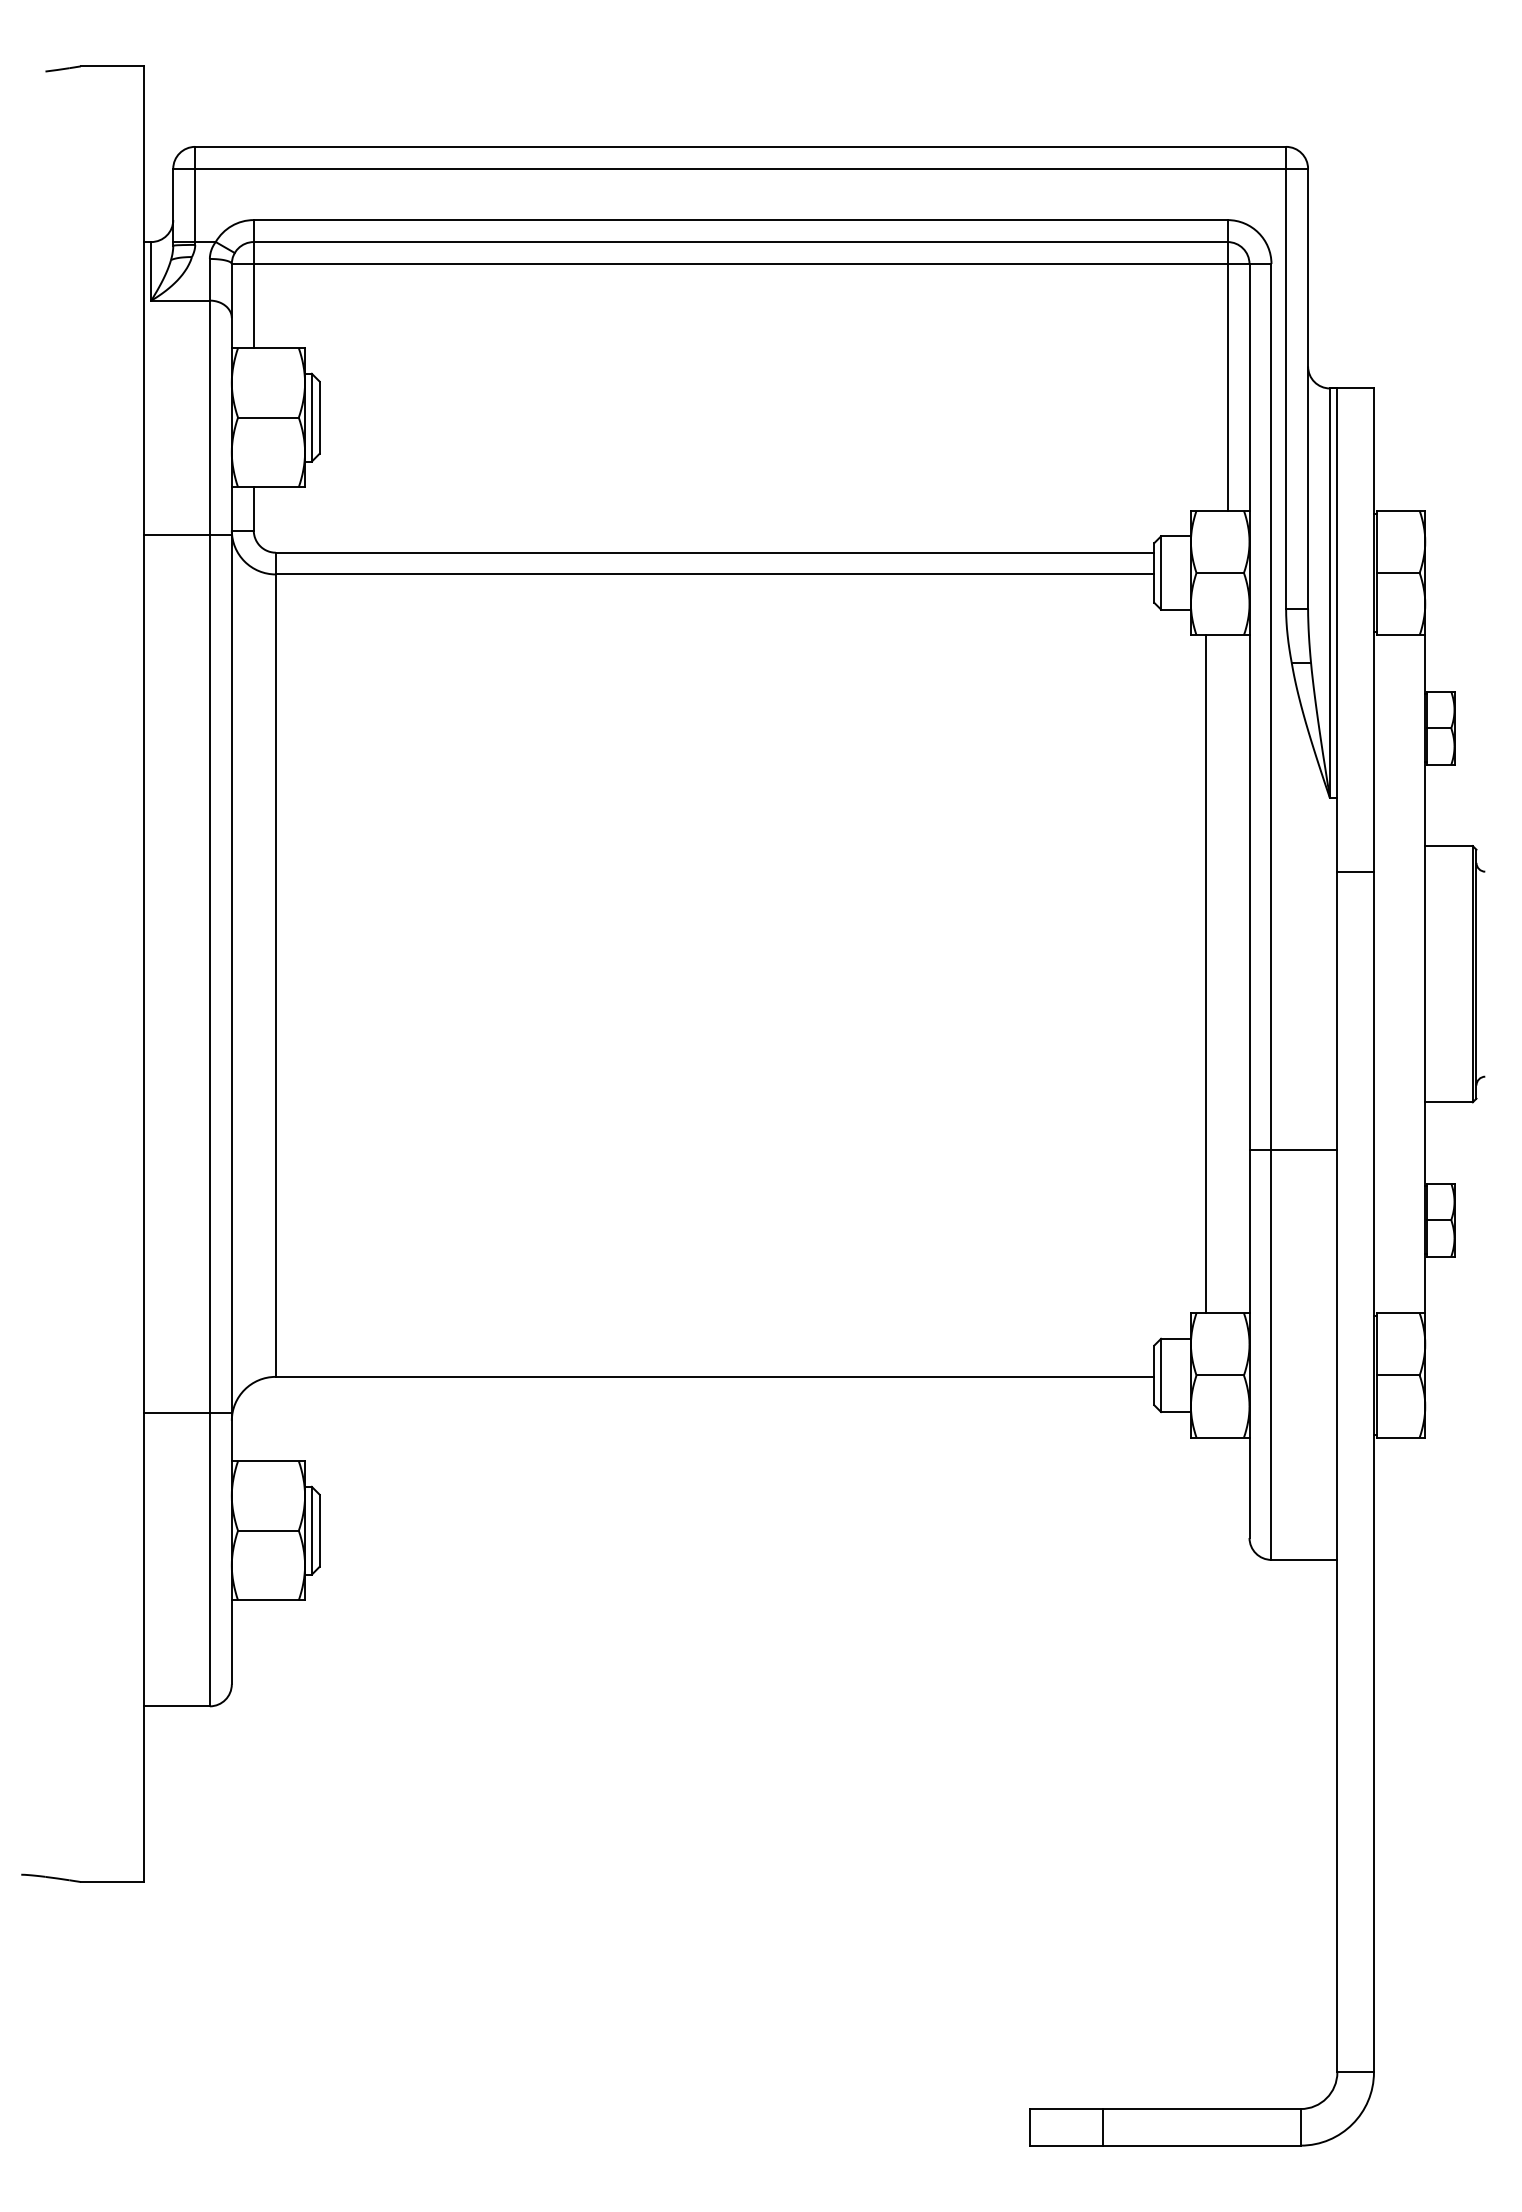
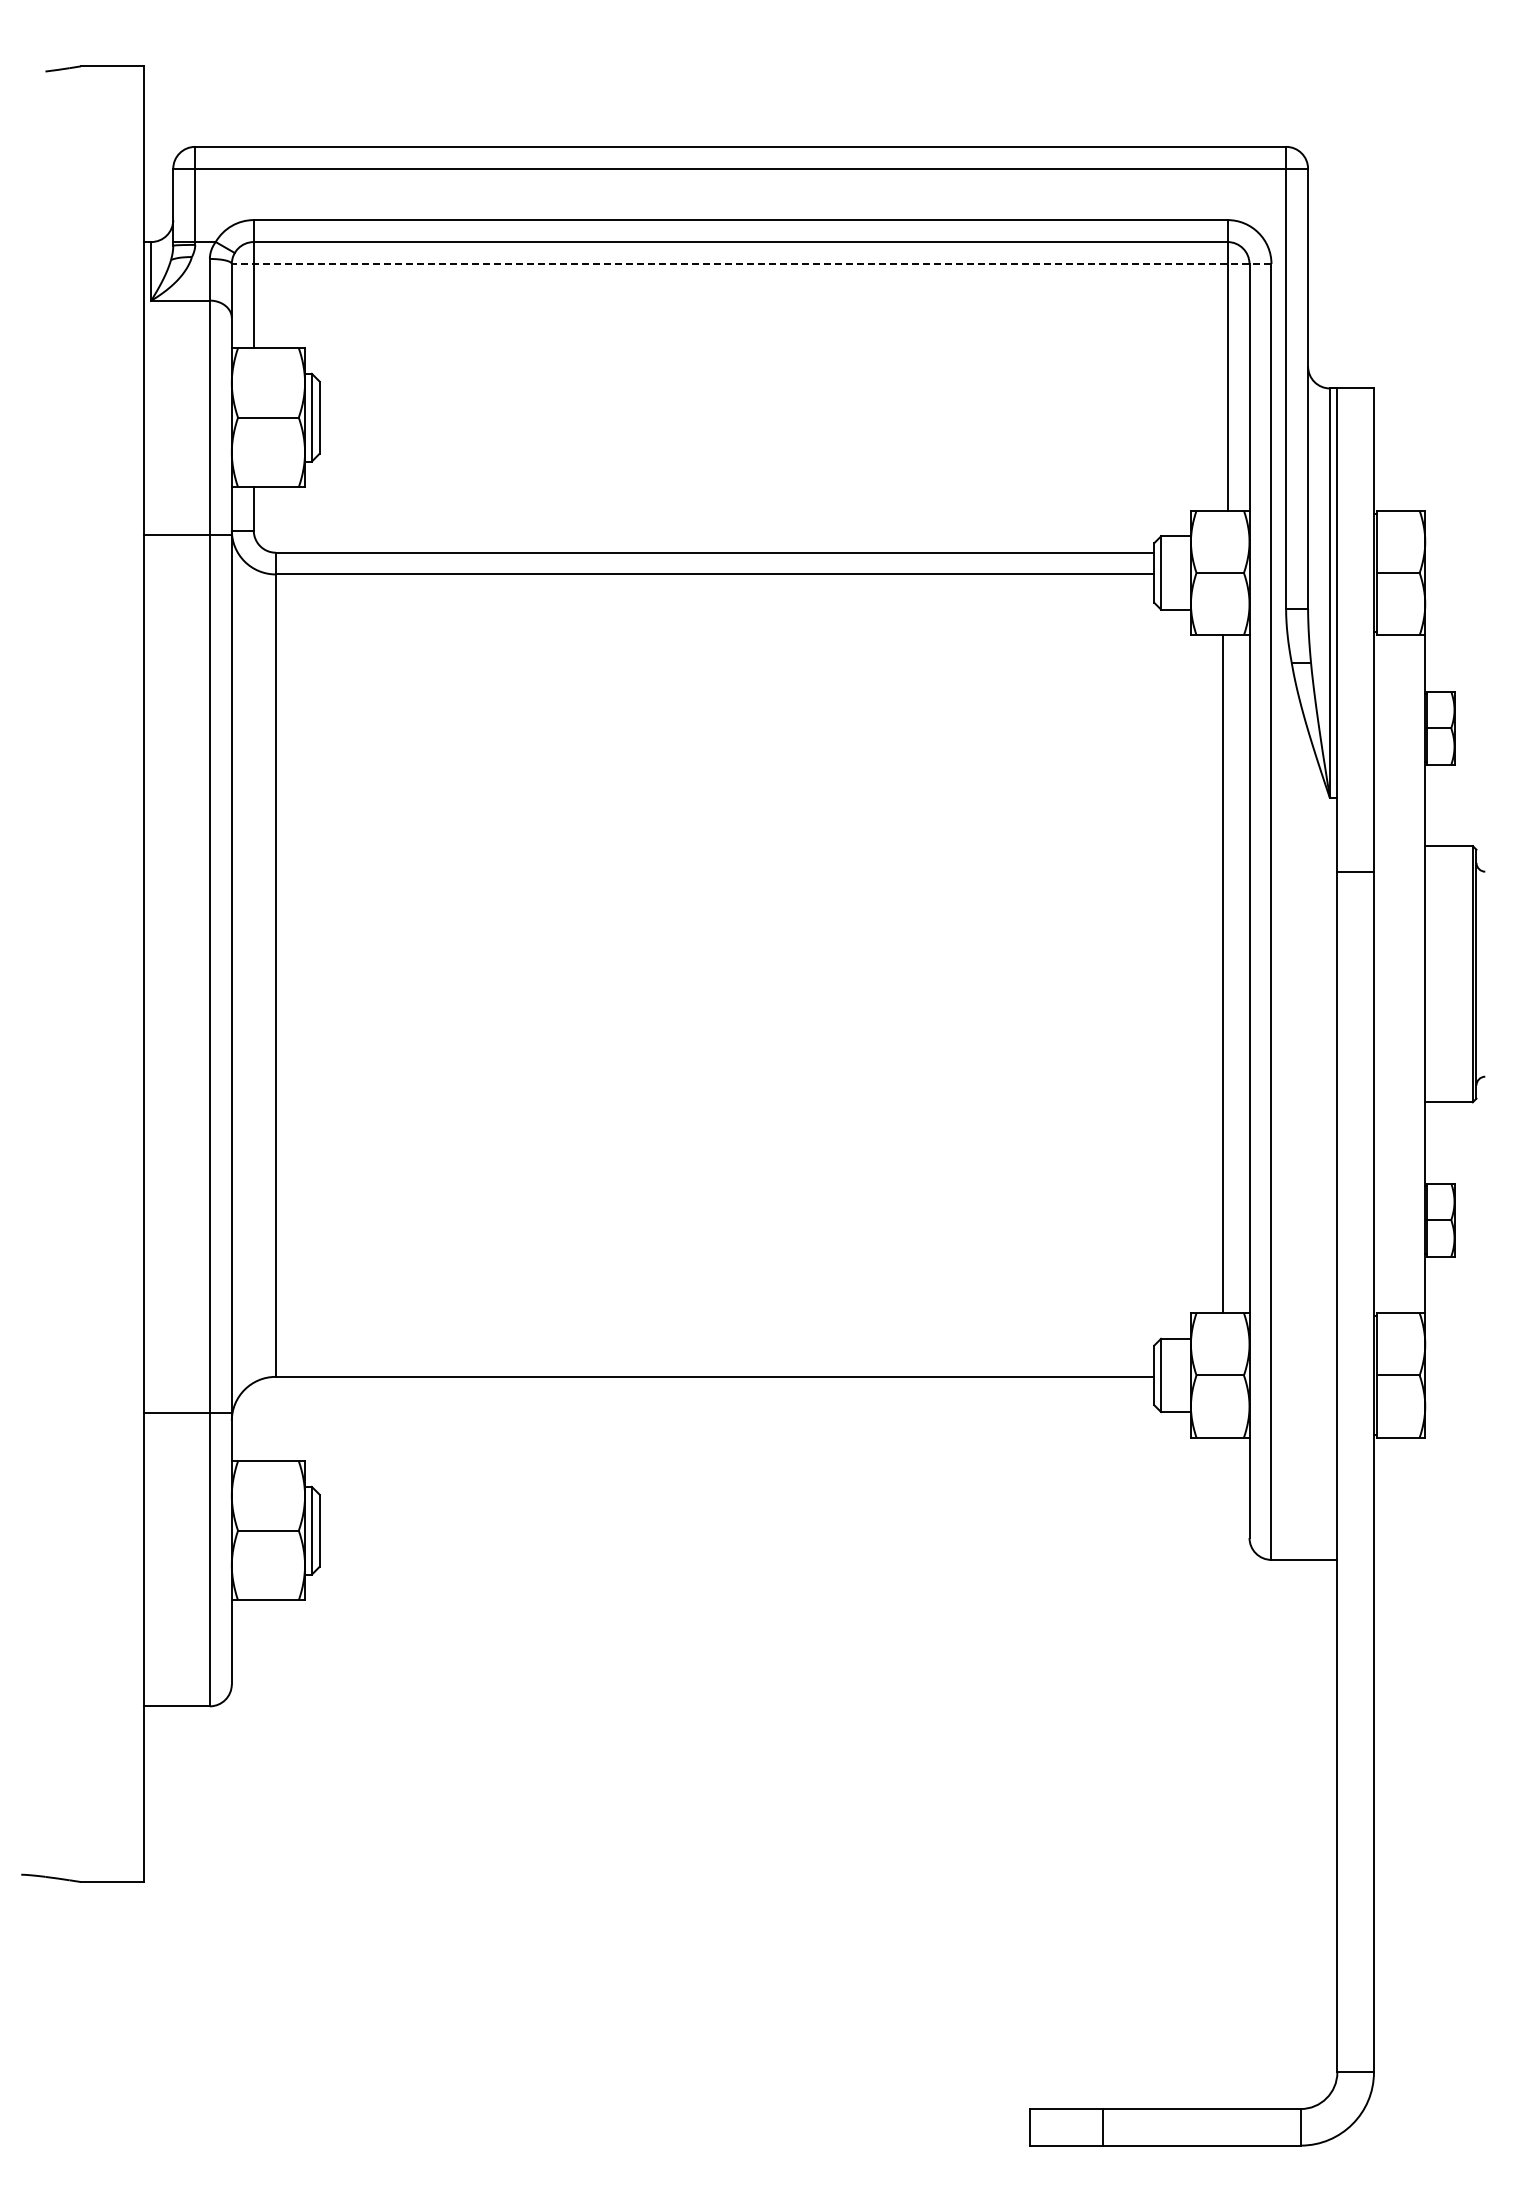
line at (751, 264): solid -> dashed
line at (1205, 974) position: (1205, 974) -> (1222, 974)
line at (1293, 1149): present -> none
